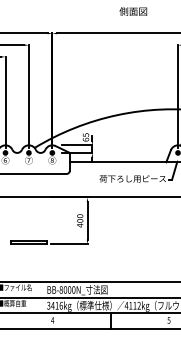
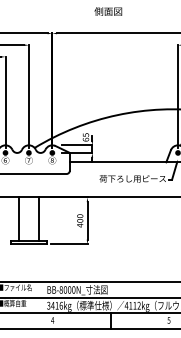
text at (133, 11) position: (133, 11) -> (108, 11)
line at (19, 219): none -> present
line at (38, 219): none -> present
